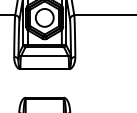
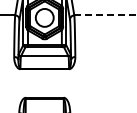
line at (105, 15): solid -> dashed
